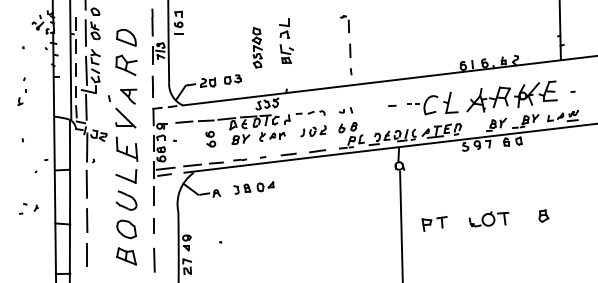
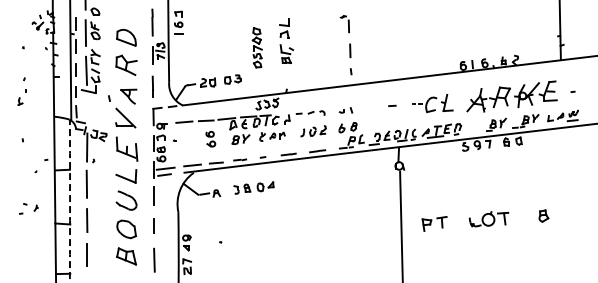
part at (432, 103) size: 52x25 px -> 42x20 px
line at (86, 106): present -> none
arc at (70, 200): solid -> dashed
